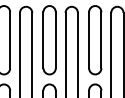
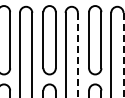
line at (77, 55): solid -> dashed
line at (123, 55): solid -> dashed
